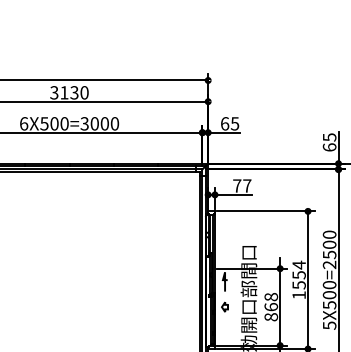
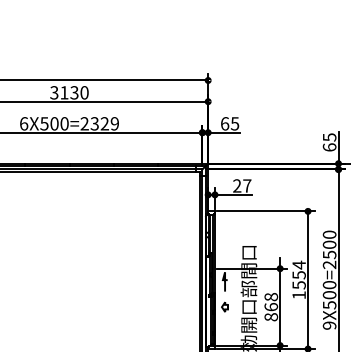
text at (99, 123): 6X500=3000 -> 6X500=2329
text at (237, 185): 77 -> 27
text at (329, 325): 5X500=2500 -> 9X500=2500
